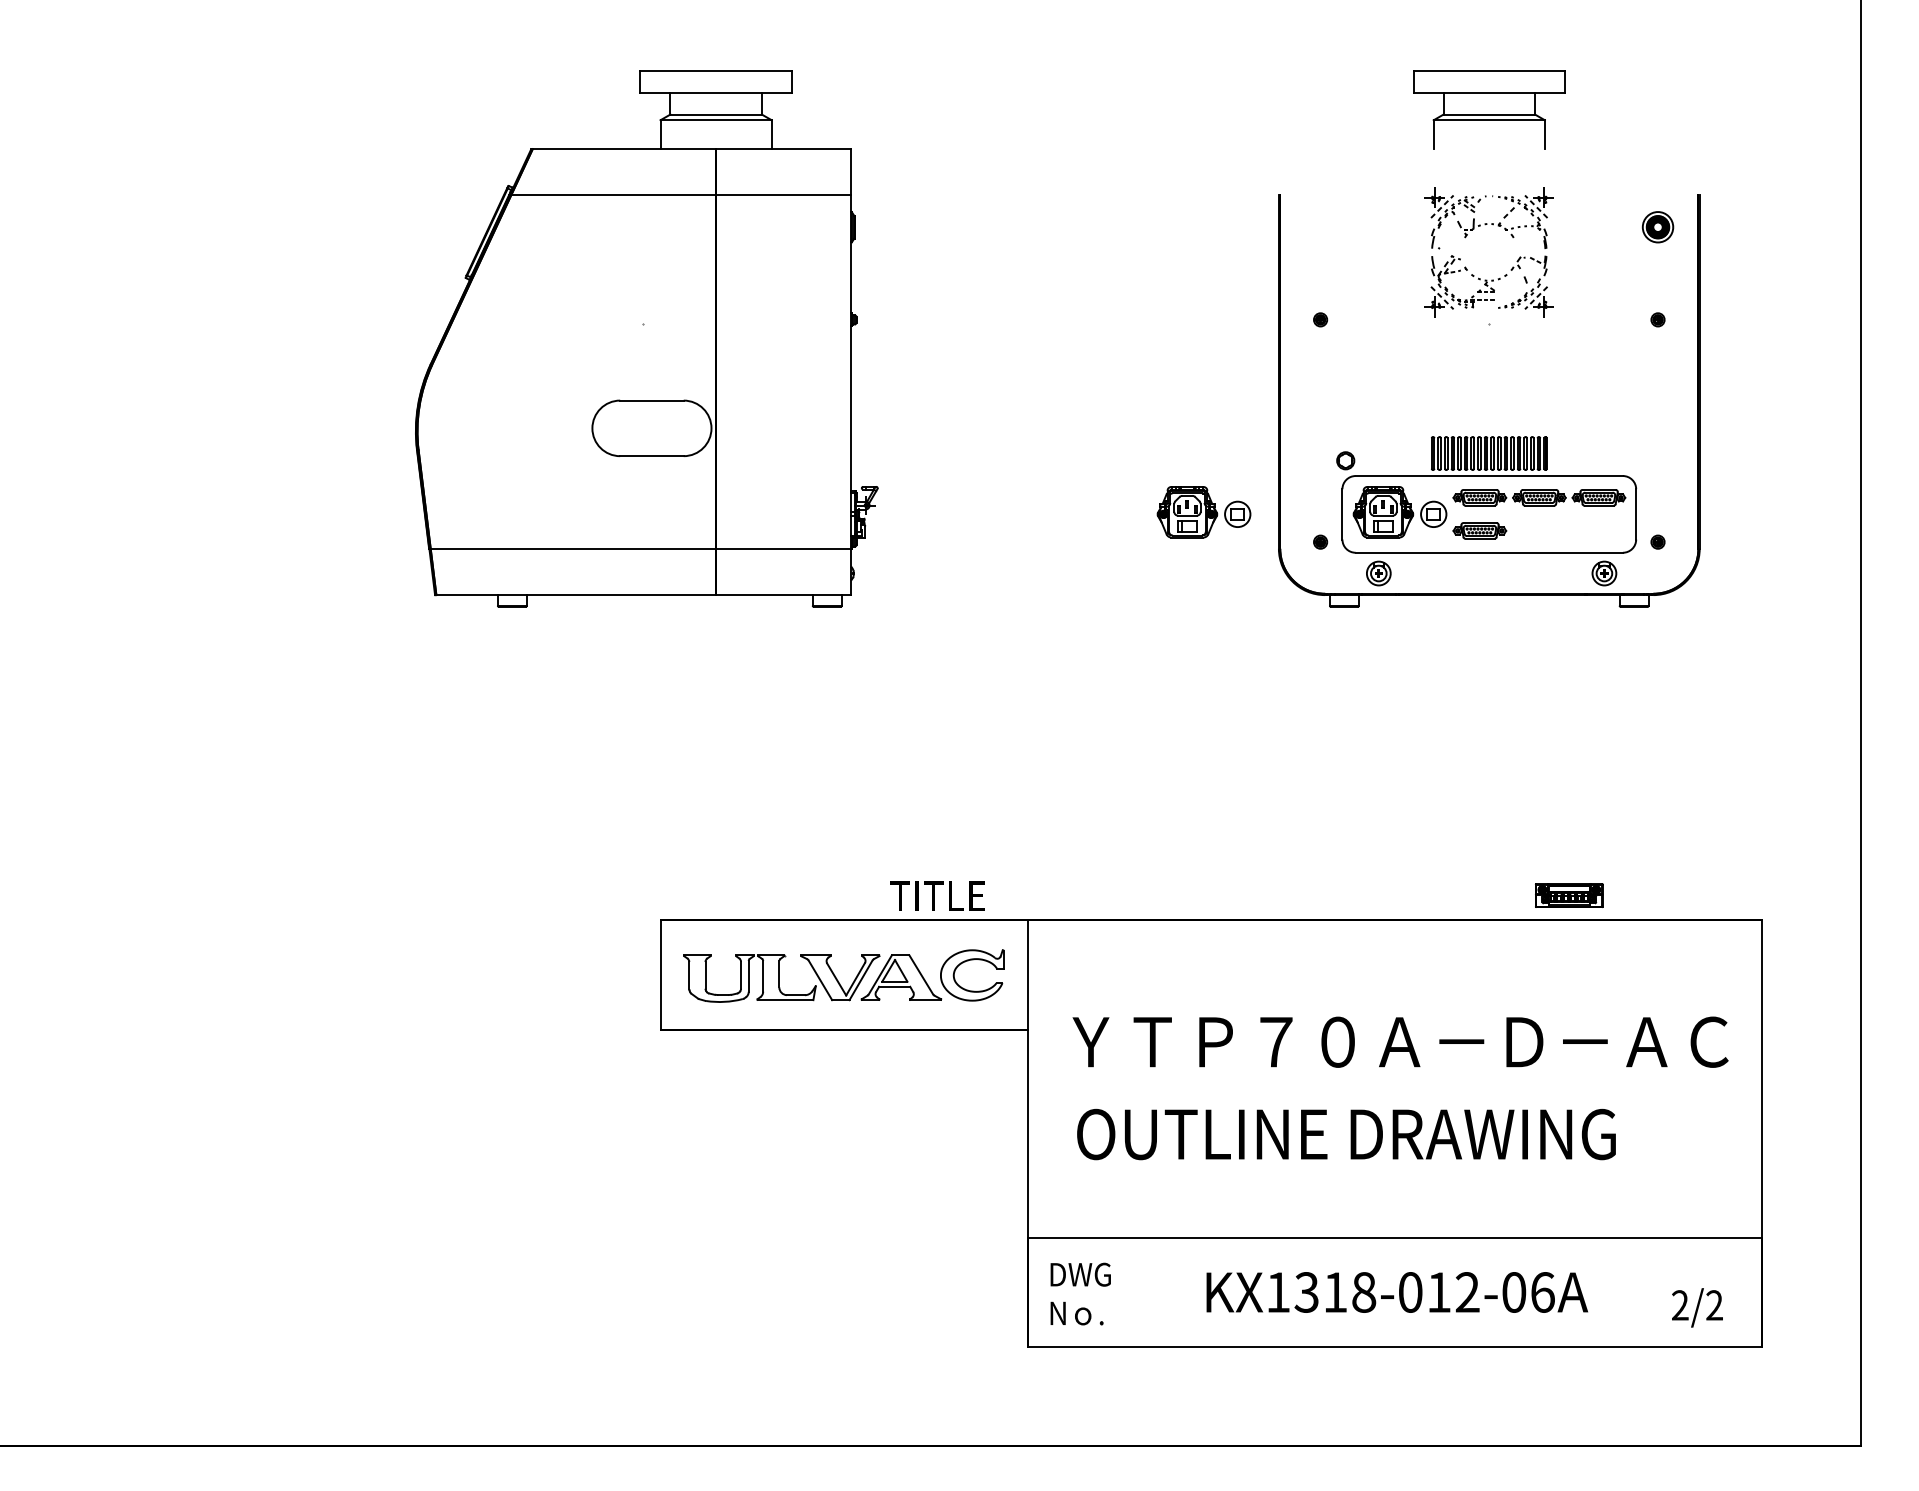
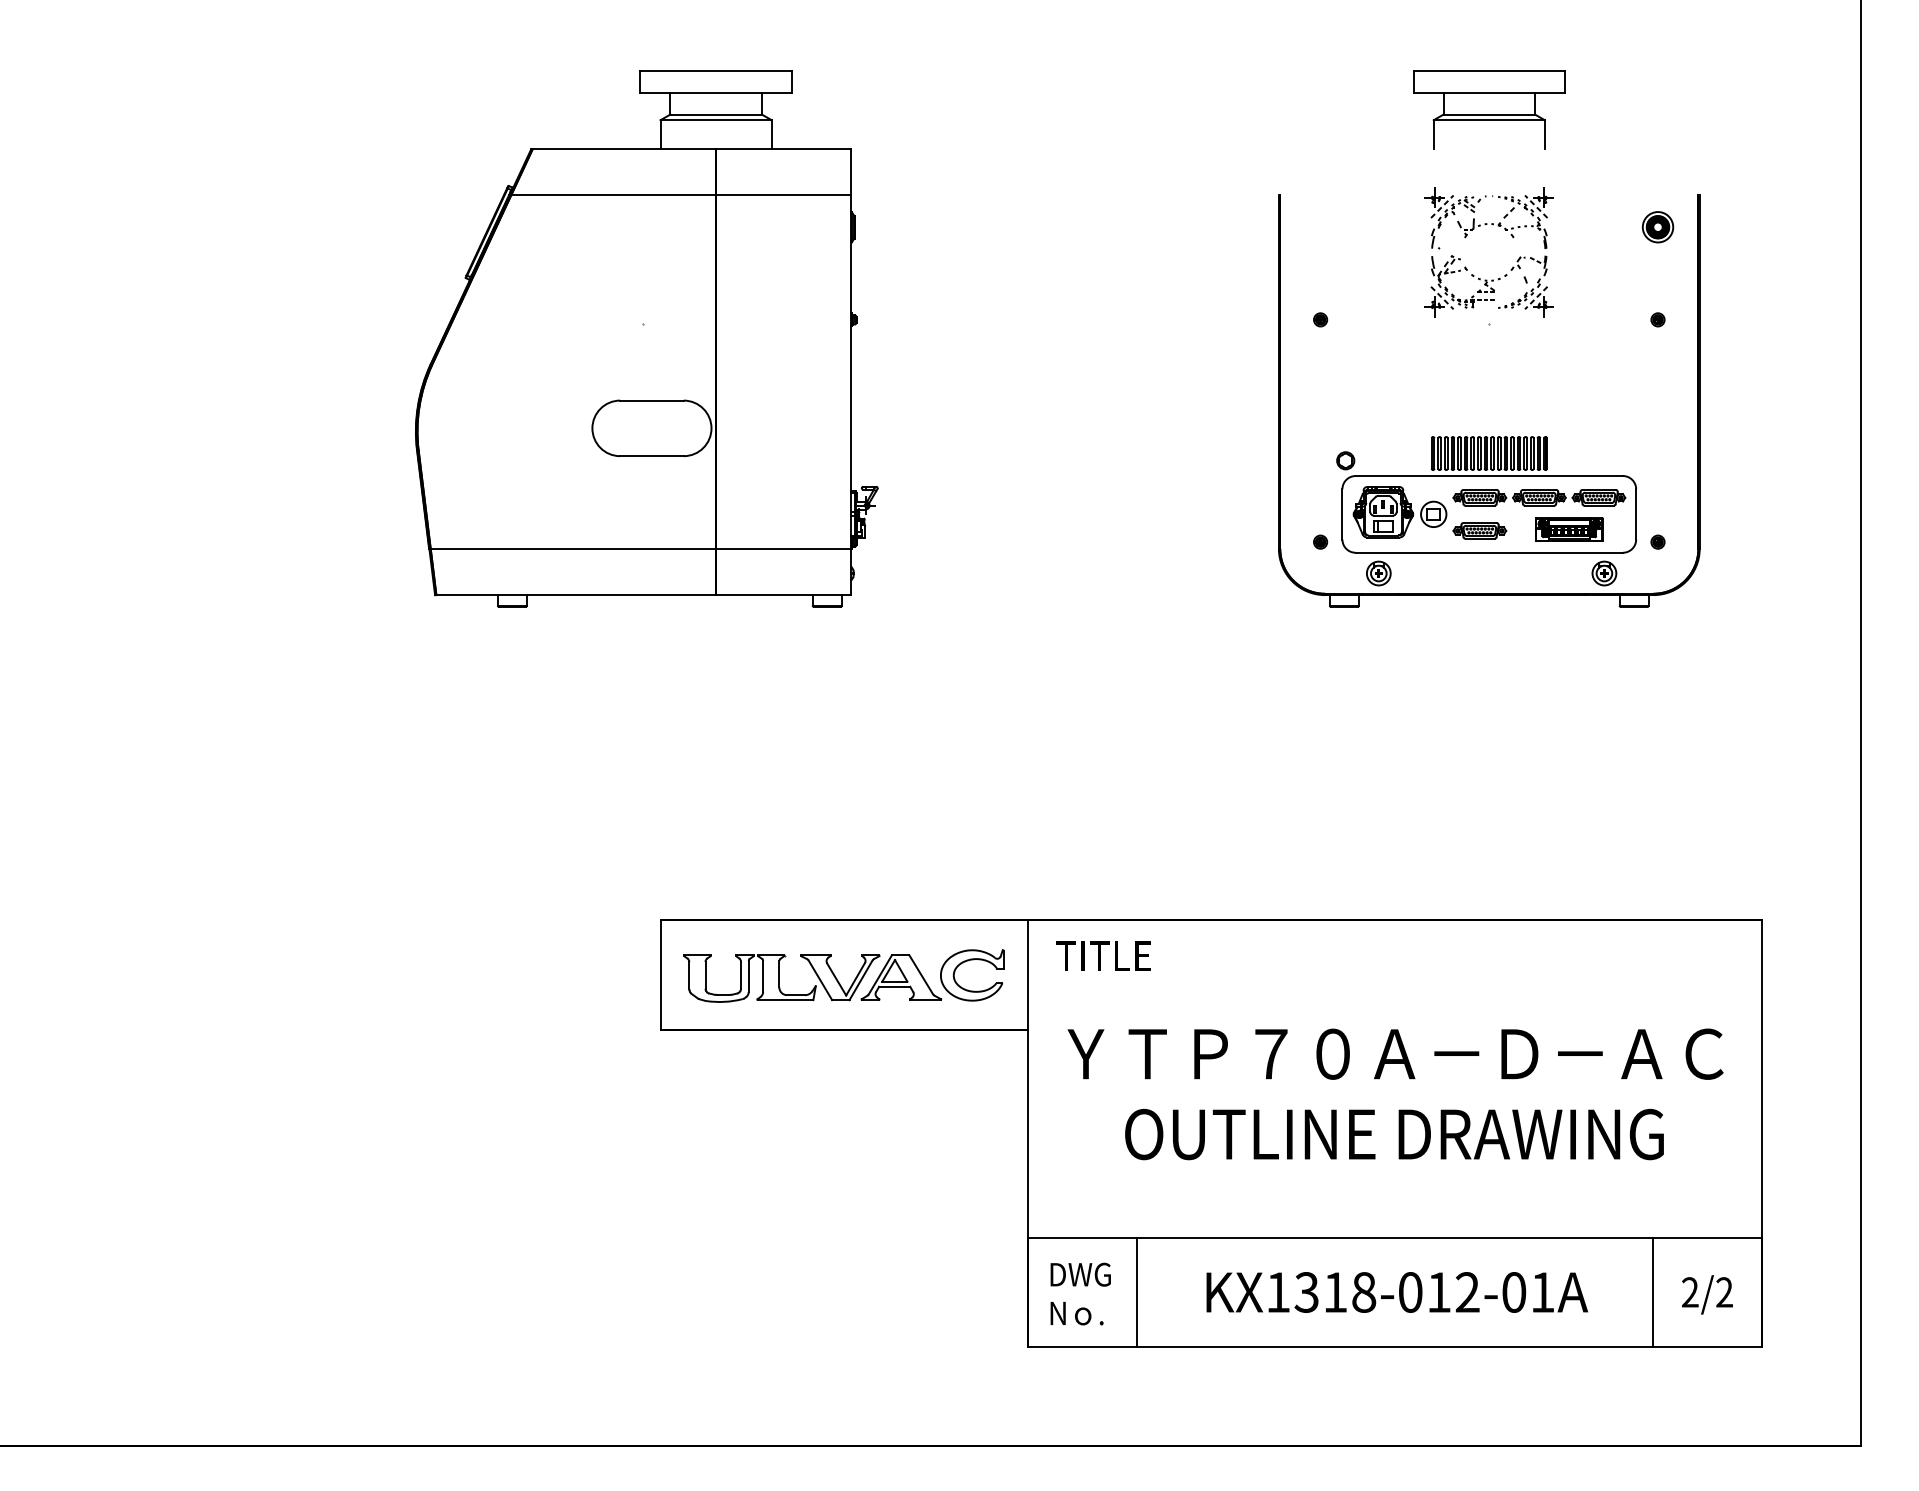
part at (1203, 512): present -> none
text at (937, 895) position: (937, 895) -> (1103, 955)
part at (1569, 895) position: (1569, 895) -> (1569, 529)
text at (1400, 1041) position: (1400, 1041) -> (1395, 1053)
text at (1346, 1134) position: (1346, 1134) -> (1394, 1134)
line at (1136, 1292): none -> present
text at (1542, 1292): KX1318-012-06A -> KX1318-012-01A
line at (1653, 1292): none -> present
text at (1697, 1307) position: (1697, 1307) -> (1707, 1294)
